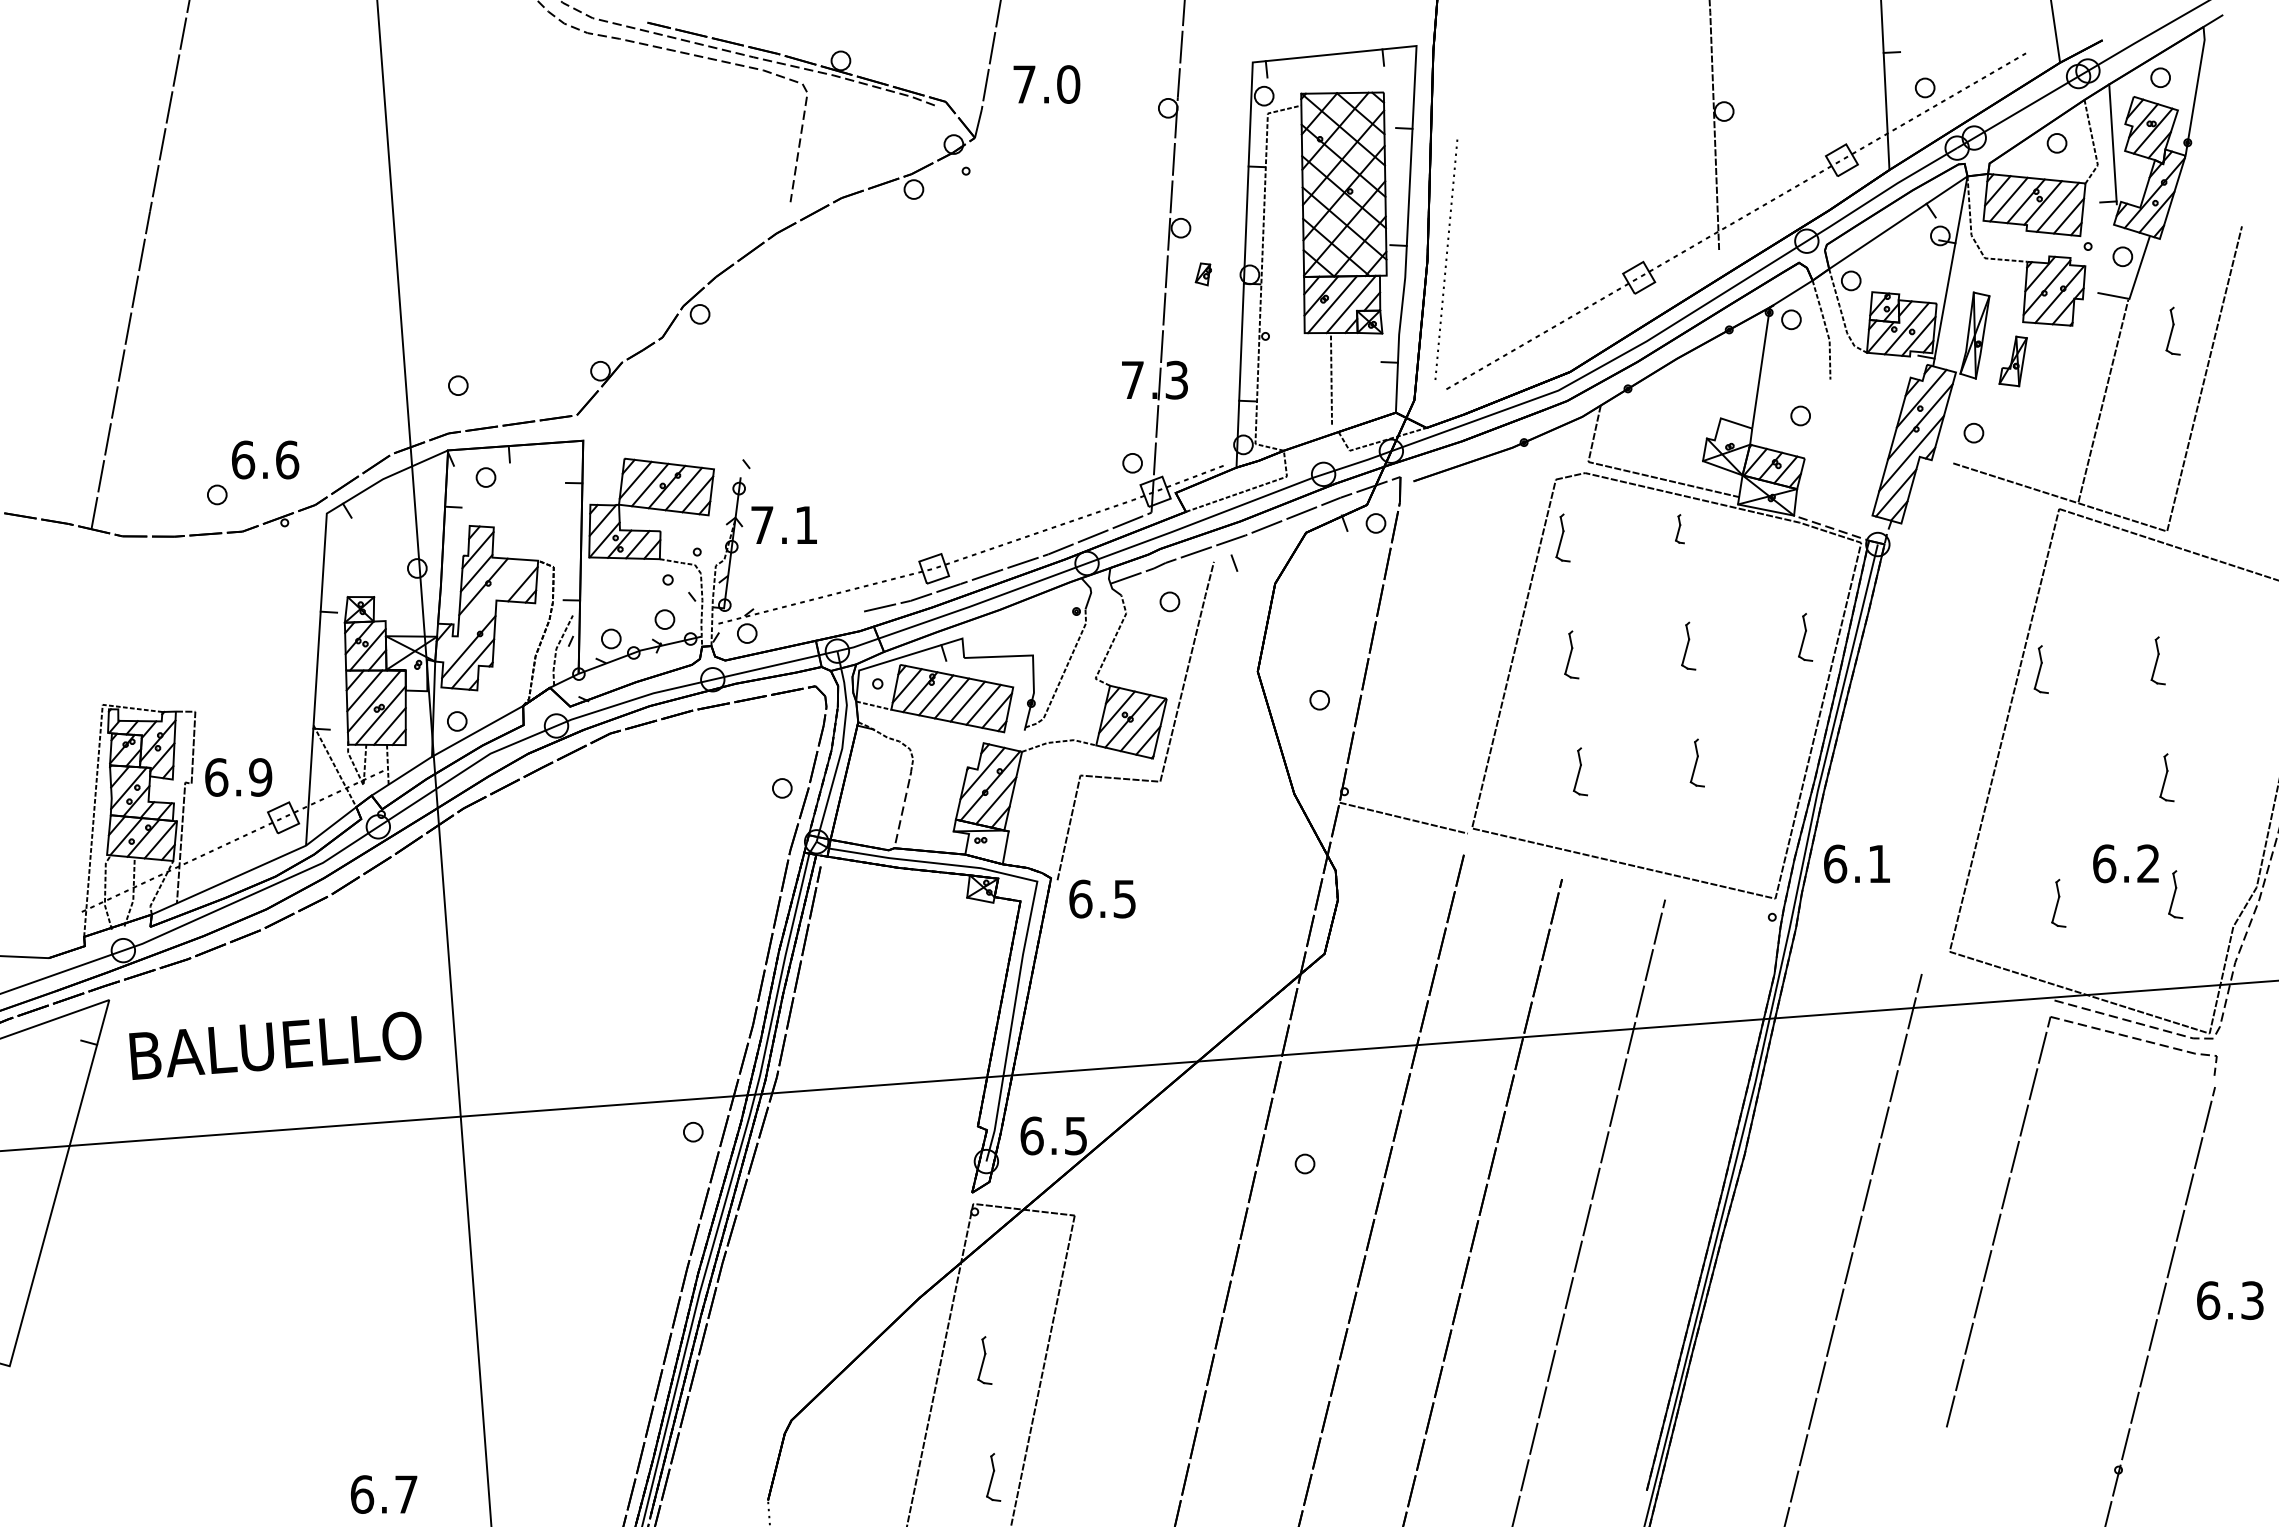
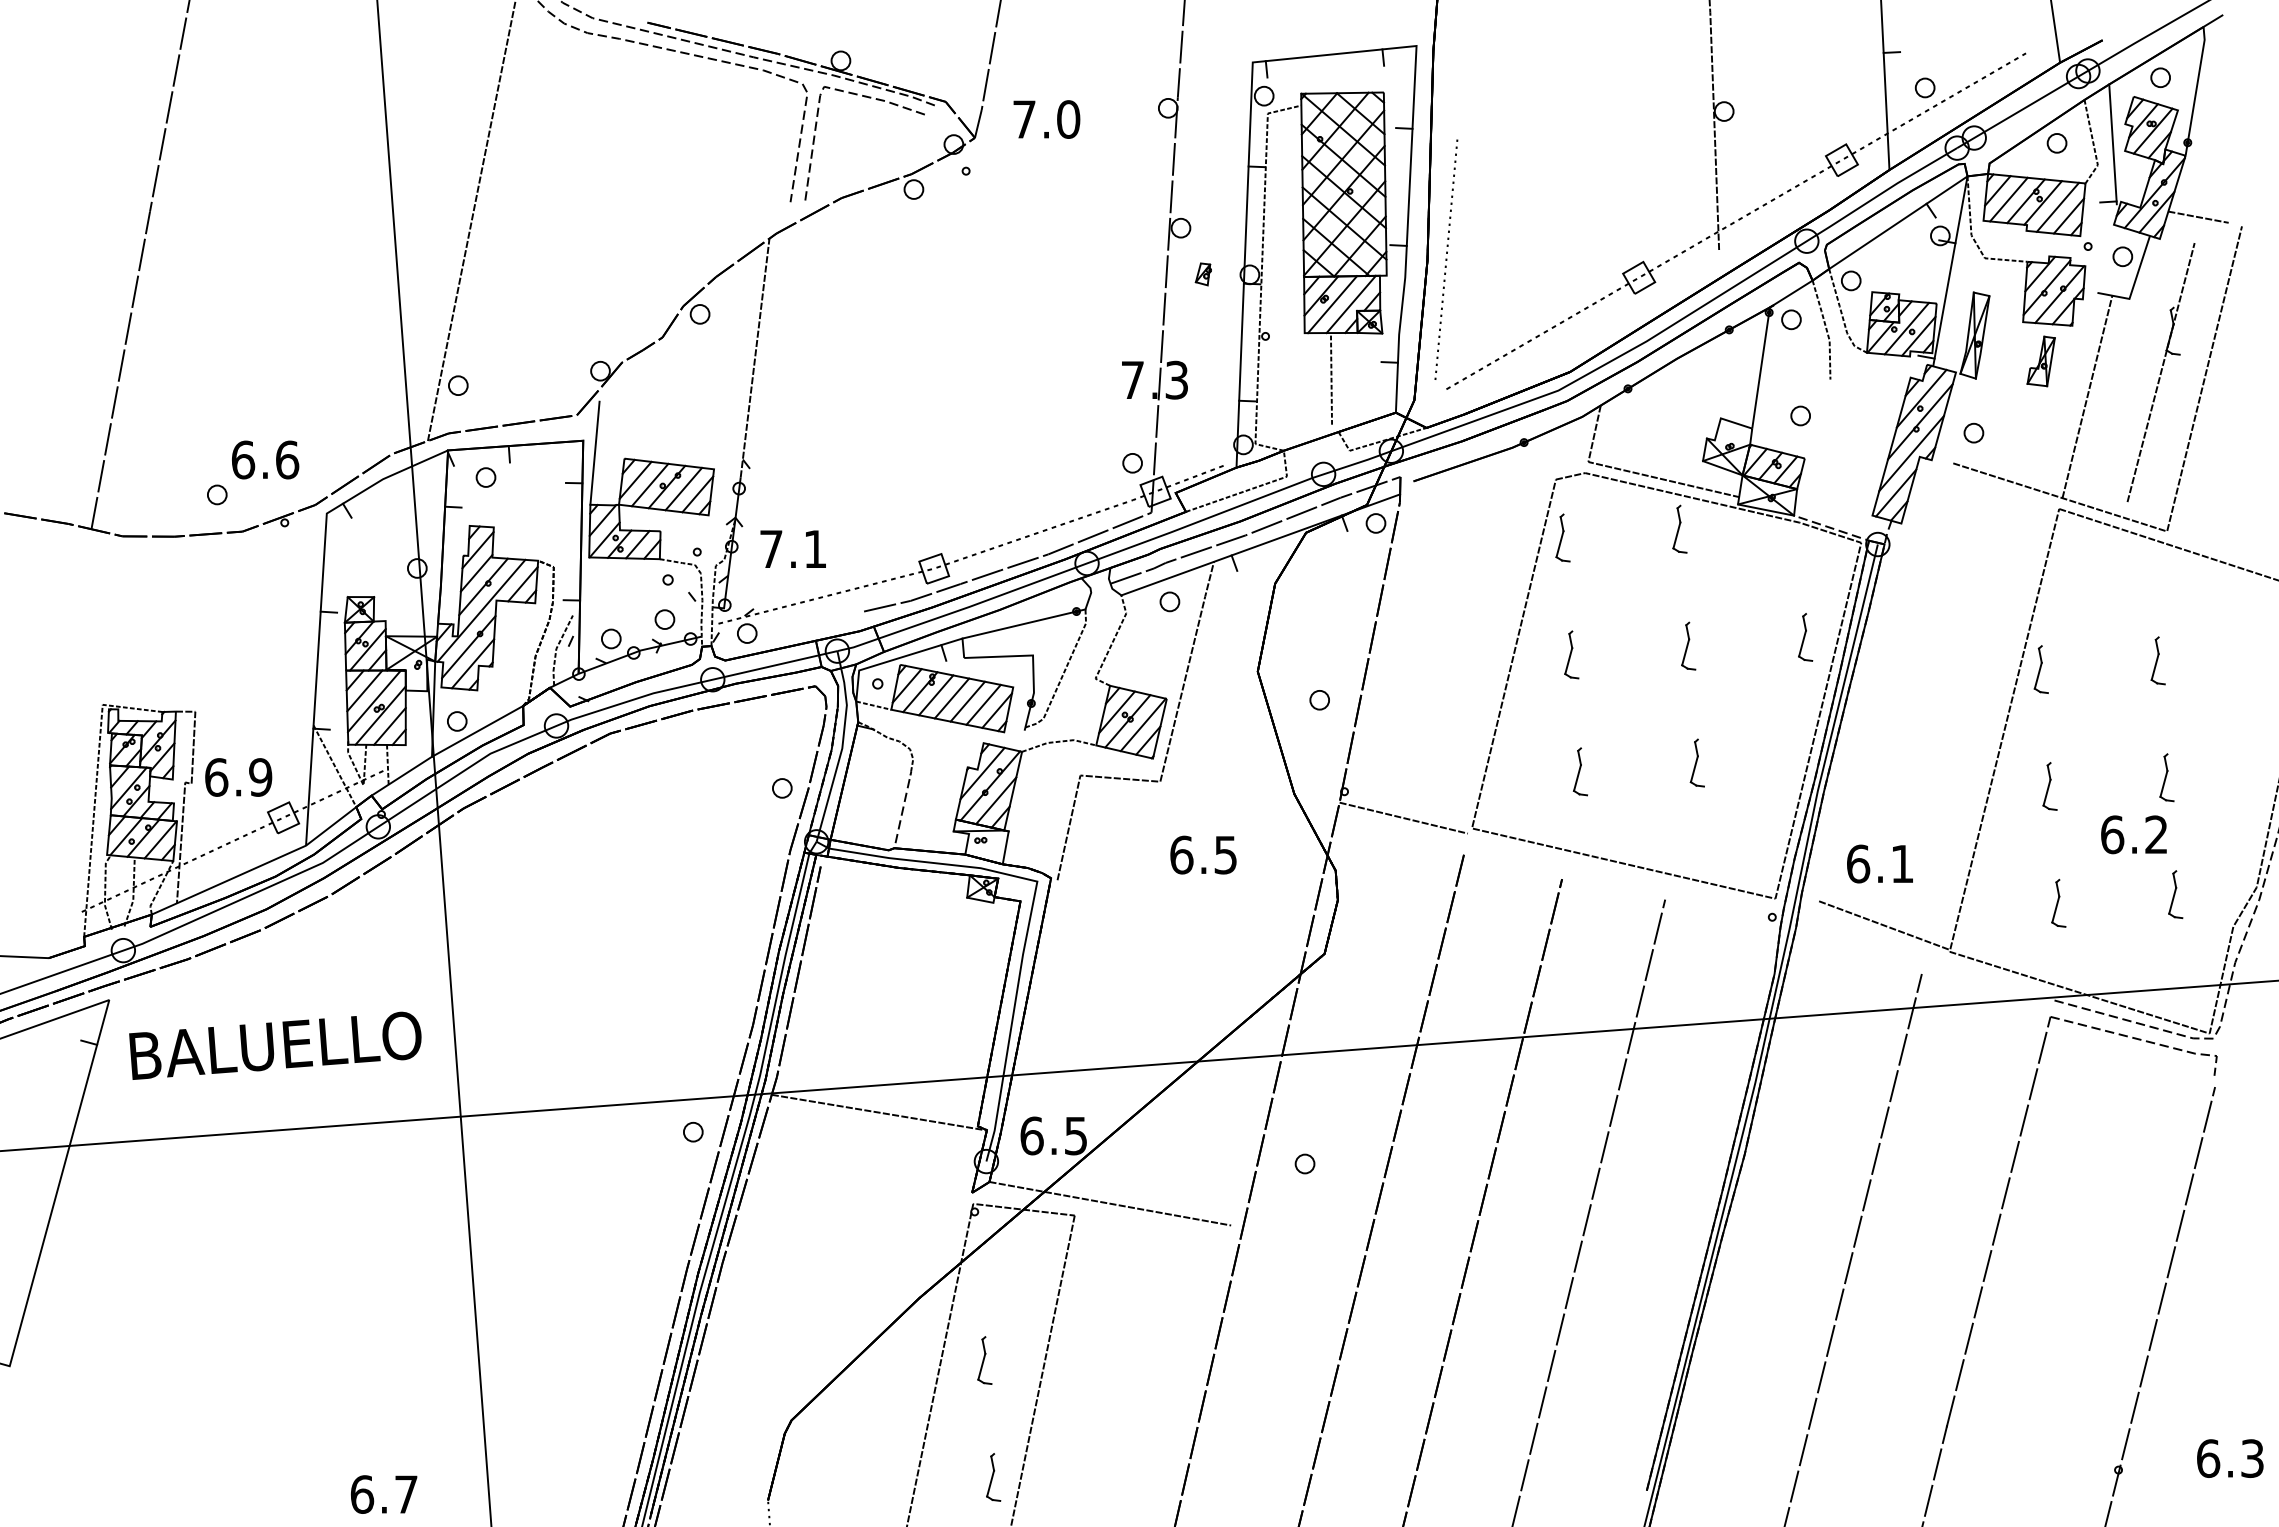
text at (1046, 84) position: (1046, 84) -> (1046, 119)
curve at (877, 100): none -> present
line at (2198, 216): none -> present
line at (471, 221): none -> present
line at (754, 357): none -> present
part at (2012, 361) position: (2012, 361) -> (2040, 361)
line at (2160, 372): none -> present
line at (2103, 400) position: (2103, 400) -> (2087, 396)
line at (594, 452): none -> present
text at (783, 524) position: (783, 524) -> (792, 548)
part at (1679, 529) size: 10x31 px -> 16x50 px
line at (1260, 544): none -> present
line at (481, 610): none -> present
line at (1023, 623): none -> present
part at (2049, 786): none -> present
text at (1856, 863) position: (1856, 863) -> (1879, 863)
text at (2125, 863) position: (2125, 863) -> (2133, 834)
text at (1102, 898) position: (1102, 898) -> (1203, 854)
line at (1884, 925): none -> present
line at (878, 1112): none -> present
line at (1110, 1203): none -> present
text at (2230, 1300) position: (2230, 1300) -> (2230, 1458)
line at (1935, 1474): none -> present
